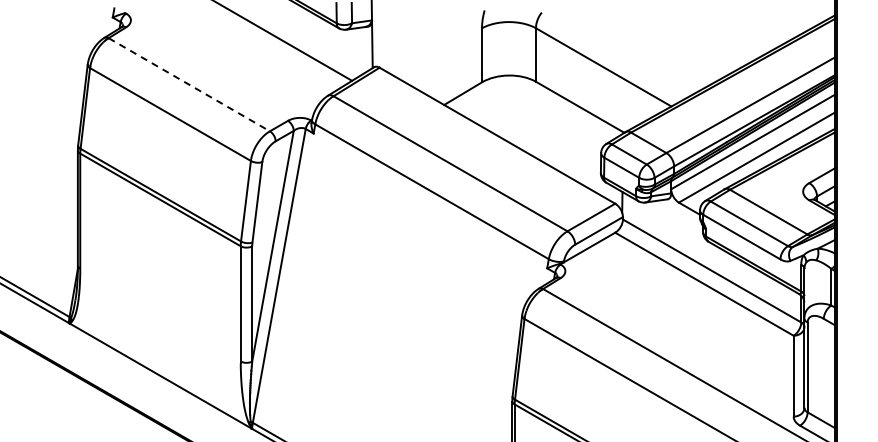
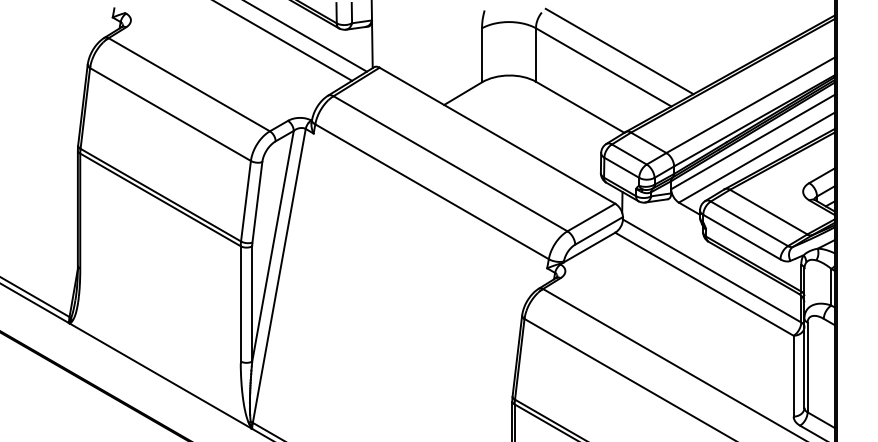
line at (306, 36): none -> present
line at (619, 51): none -> present
line at (189, 85): dashed -> solid
